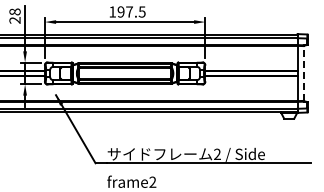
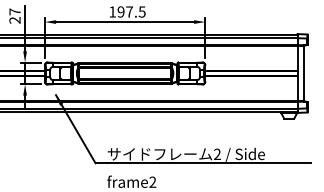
text at (14, 11): 28 -> 27
line at (303, 73): dashed -> solid
